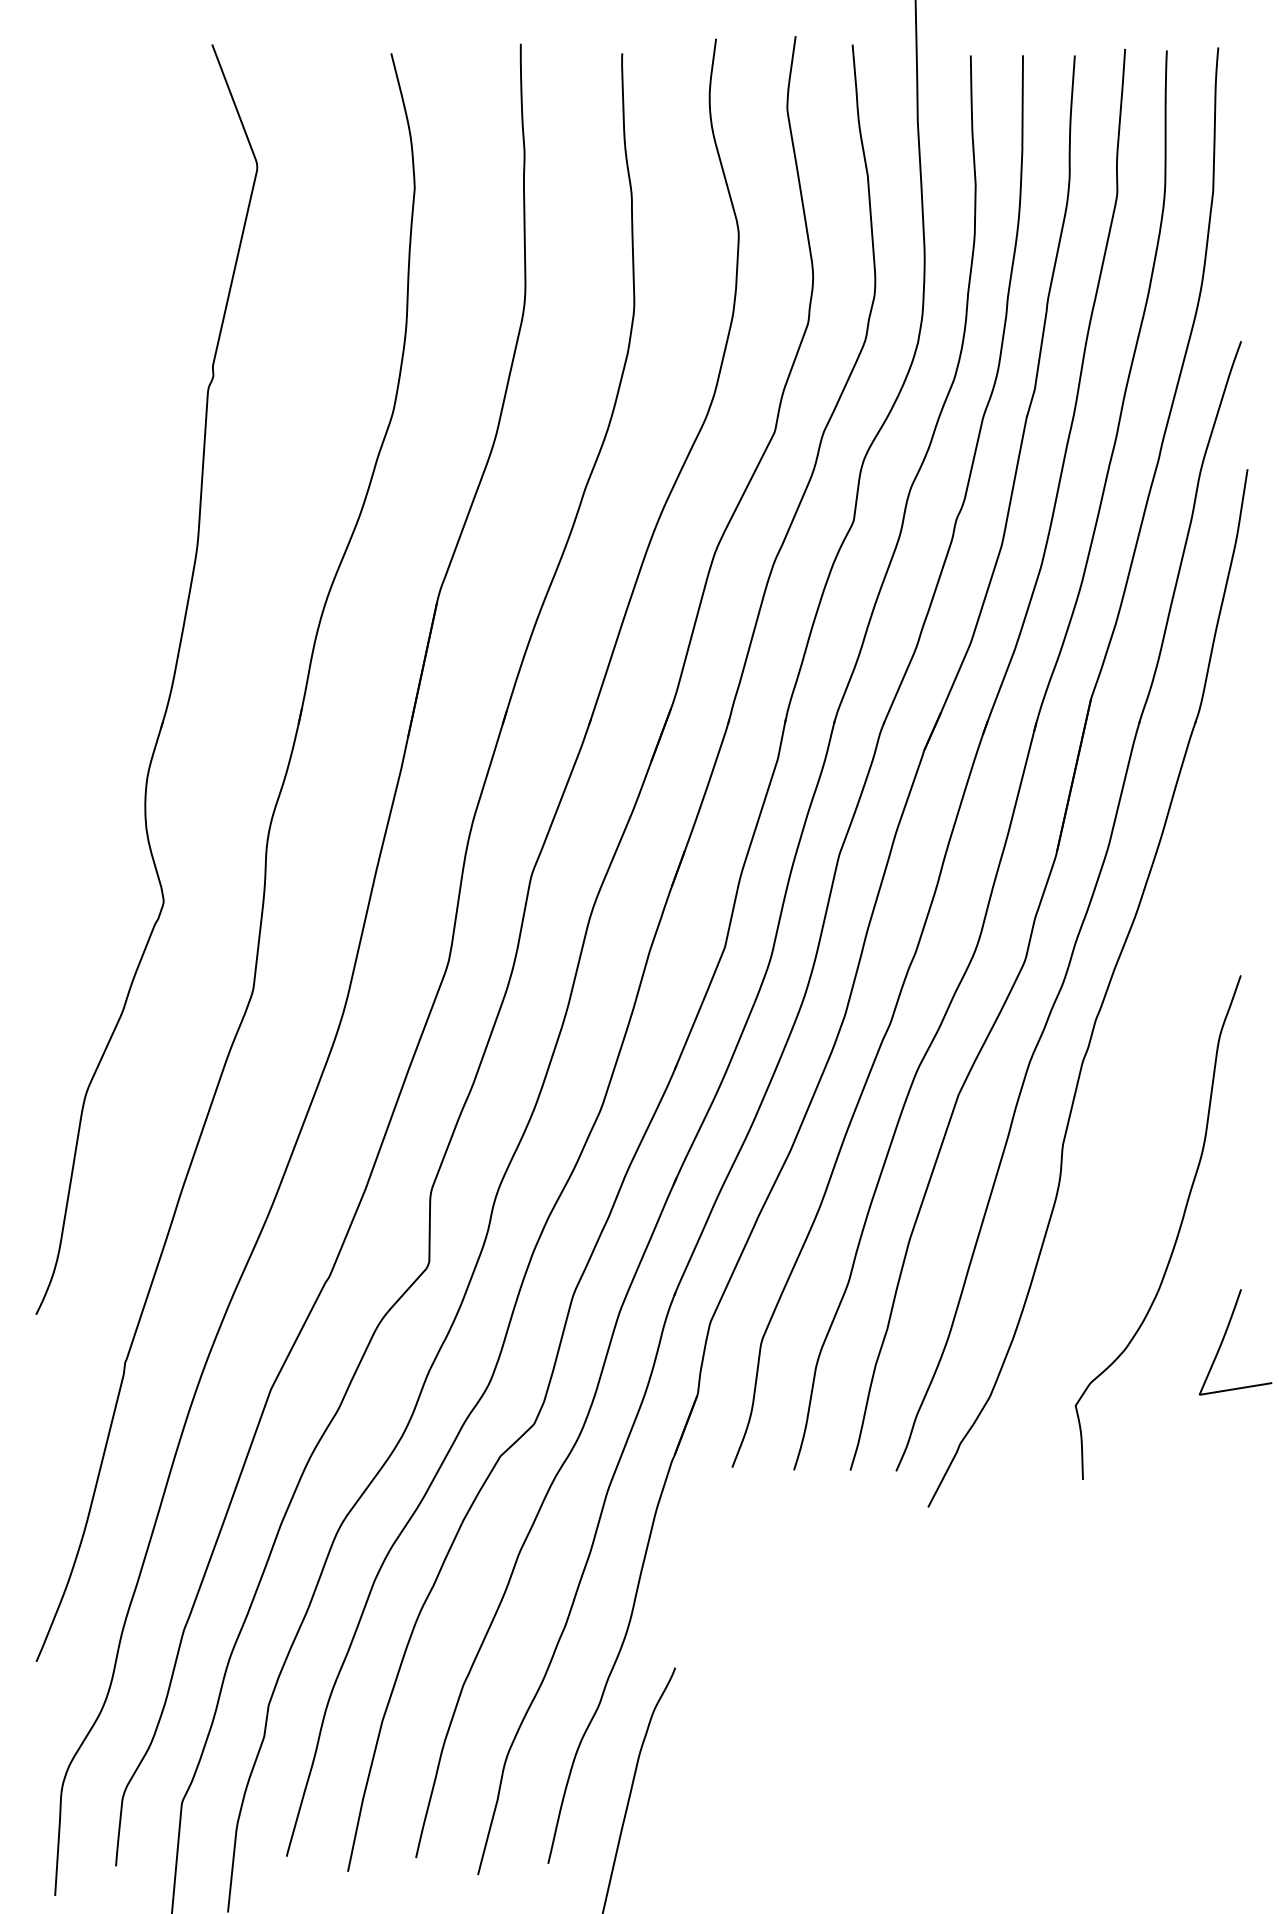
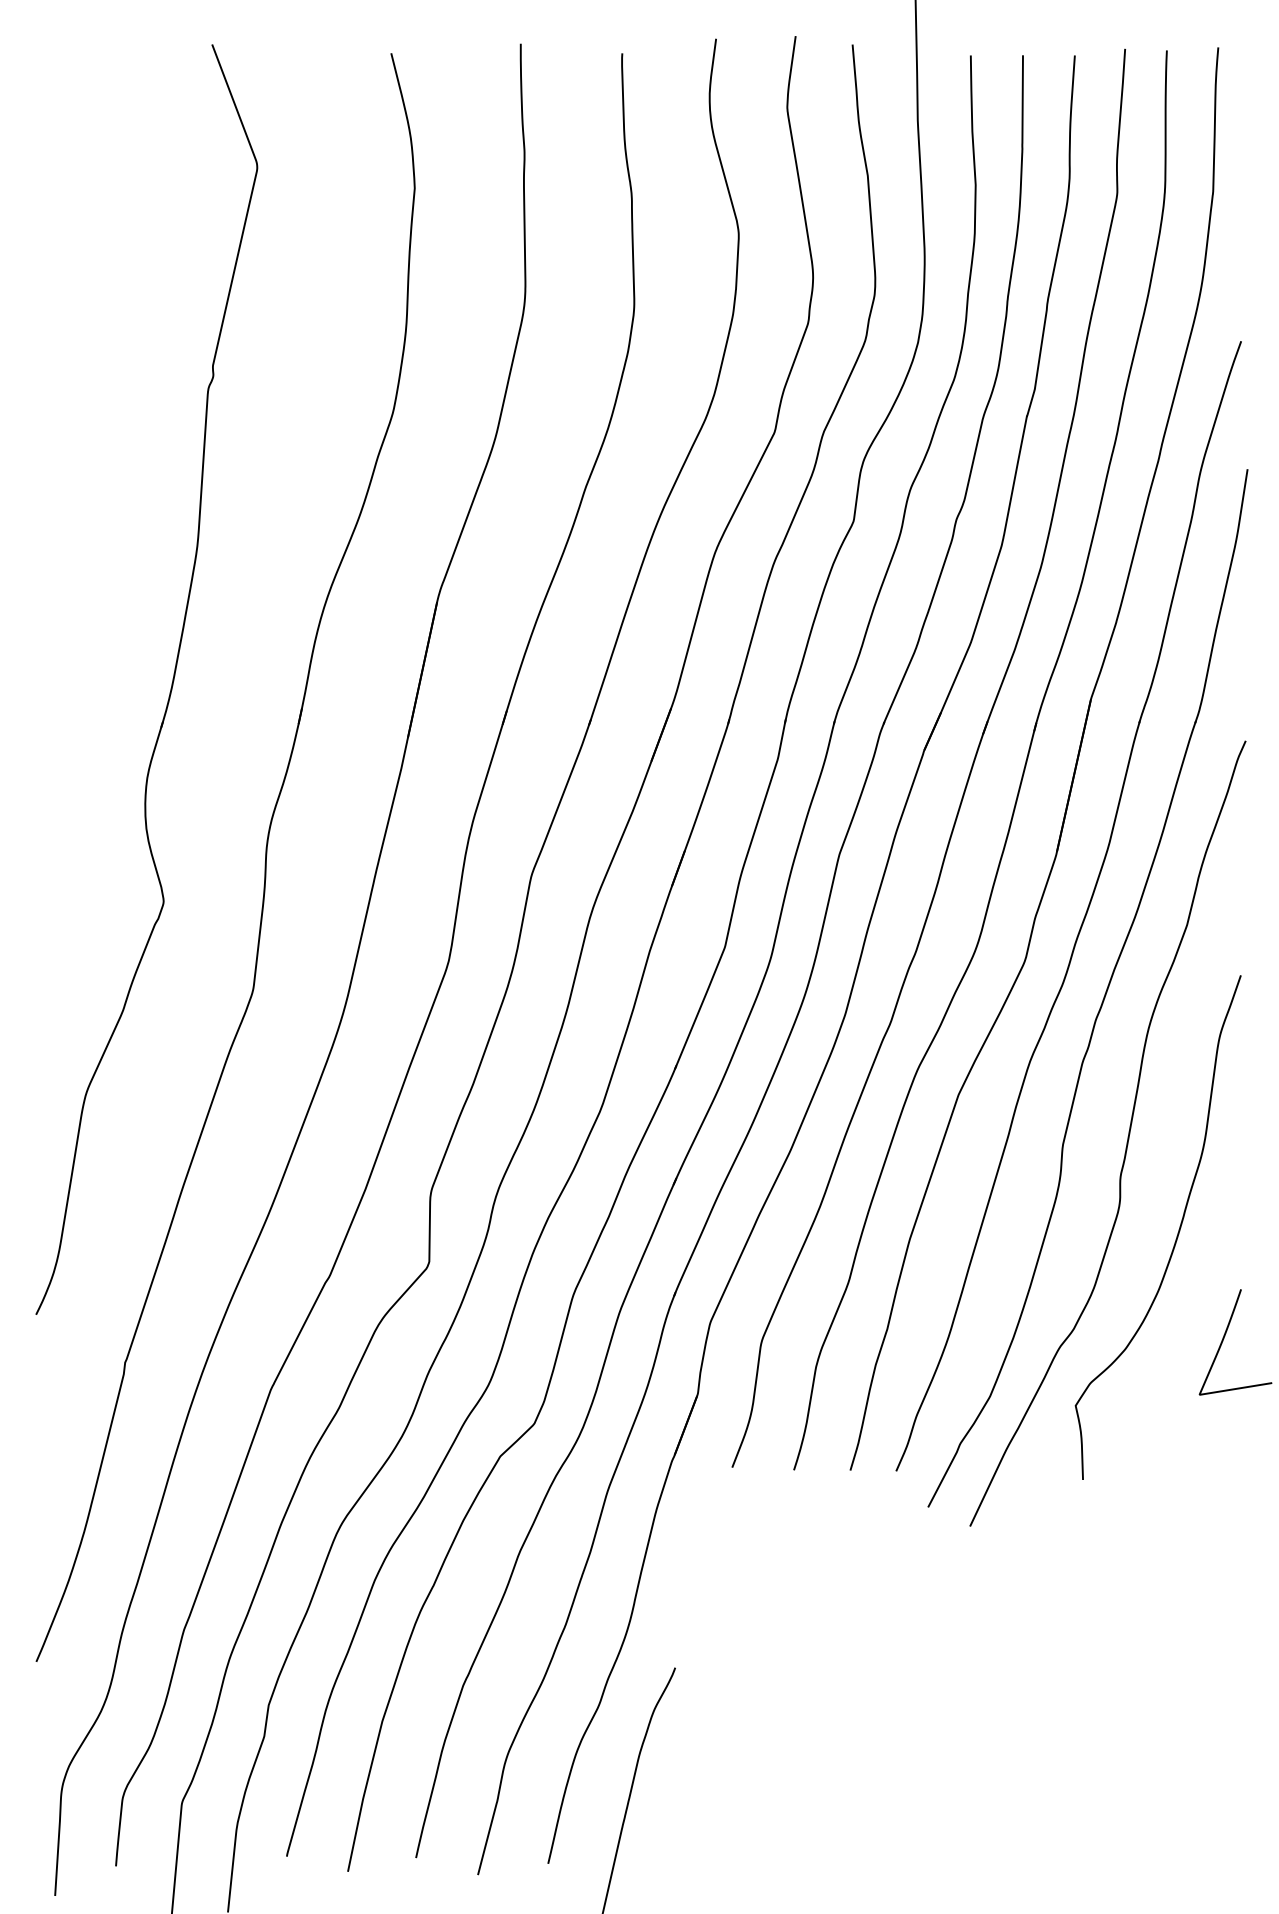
curve at (1127, 1136): none -> present
